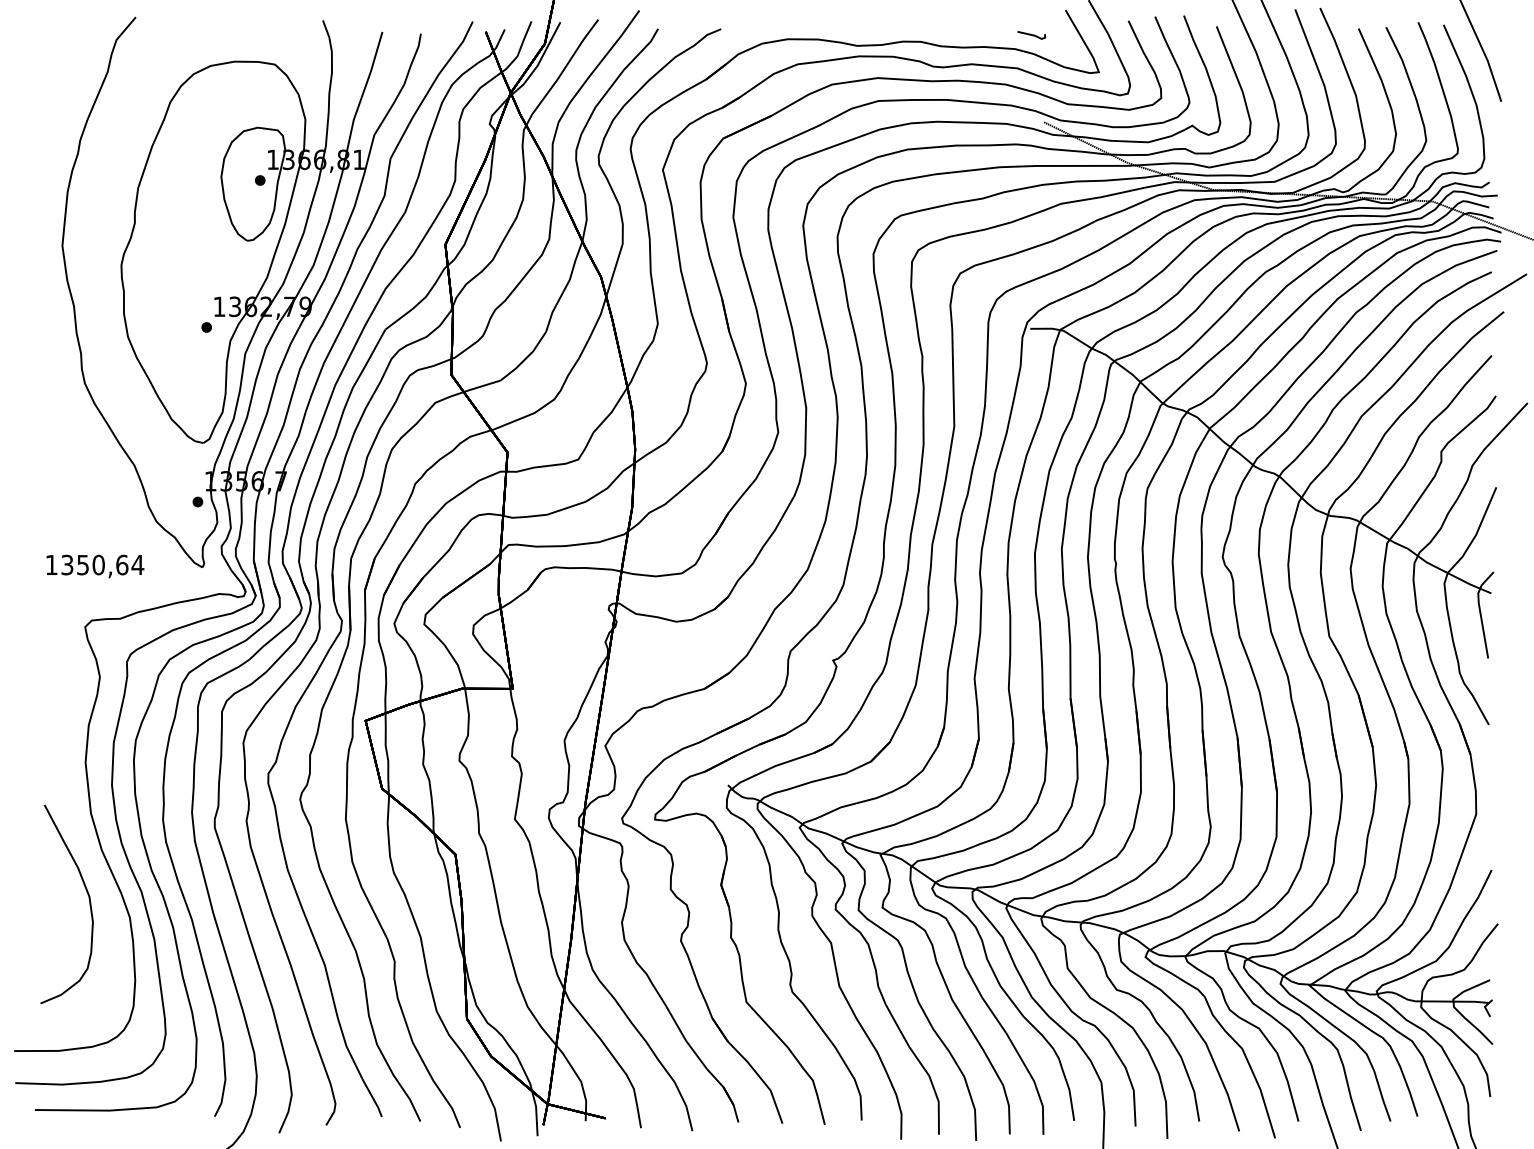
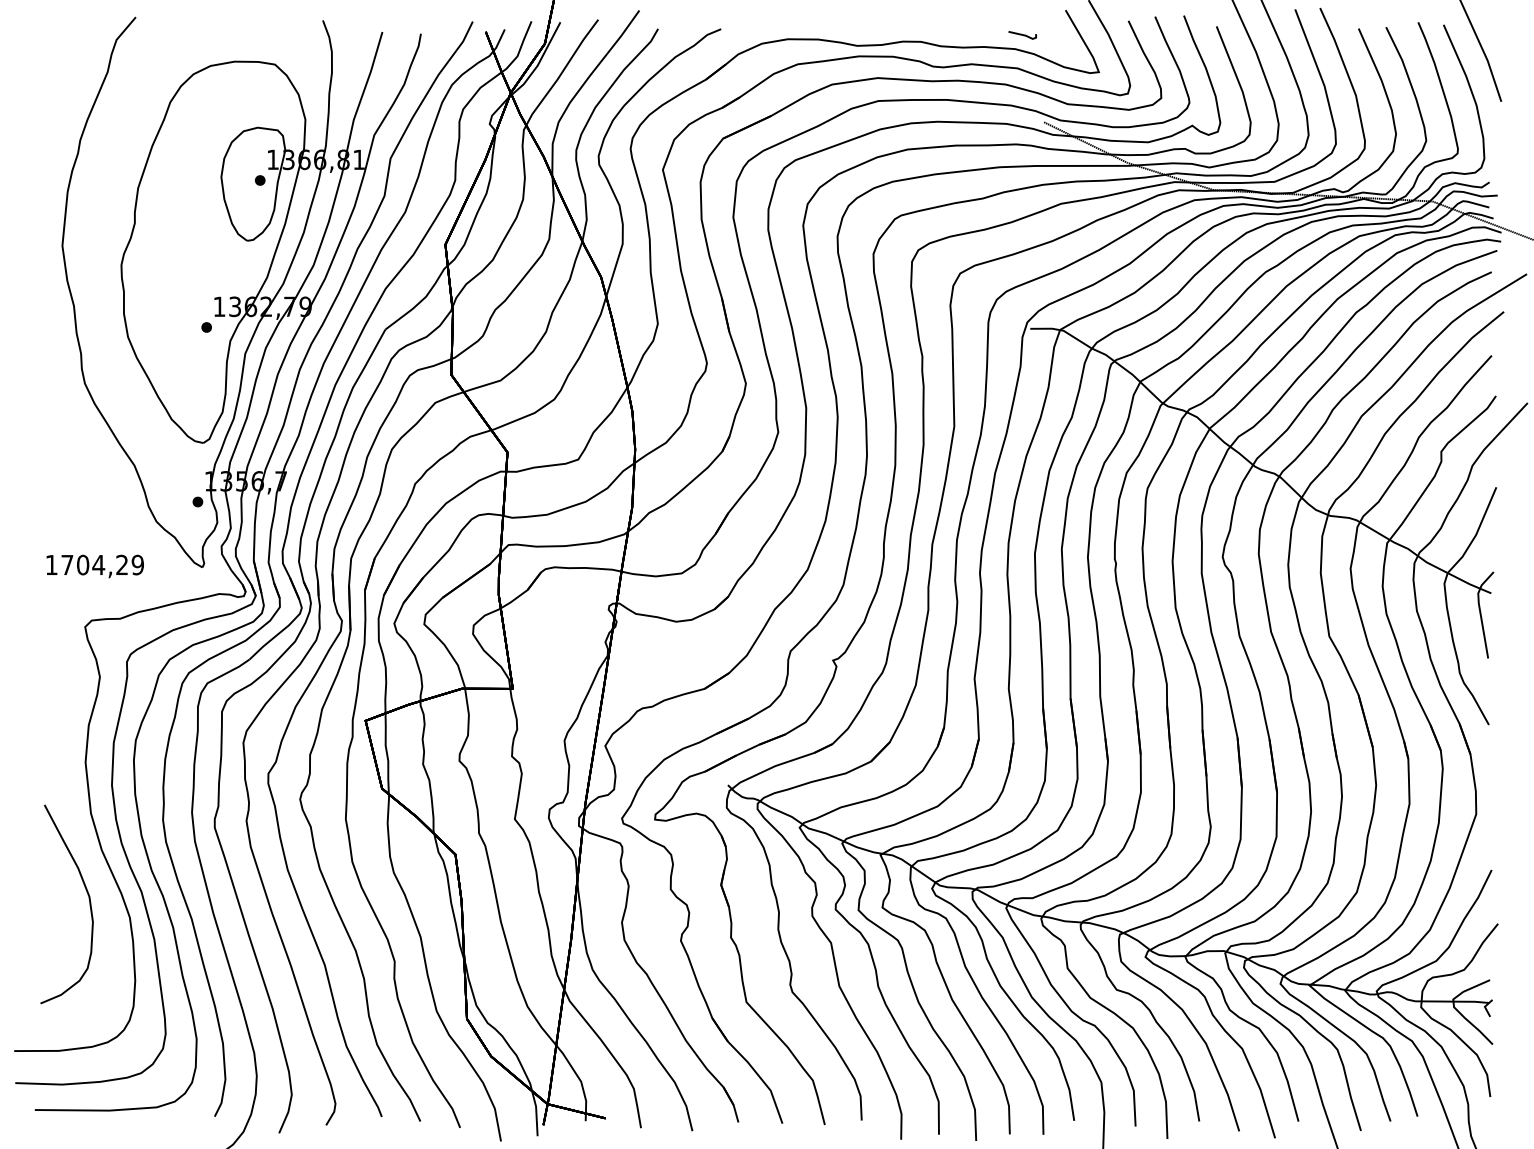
line at (1031, 35) position: (1031, 35) -> (1022, 35)
text at (102, 564): 1350,64 -> 1704,29
